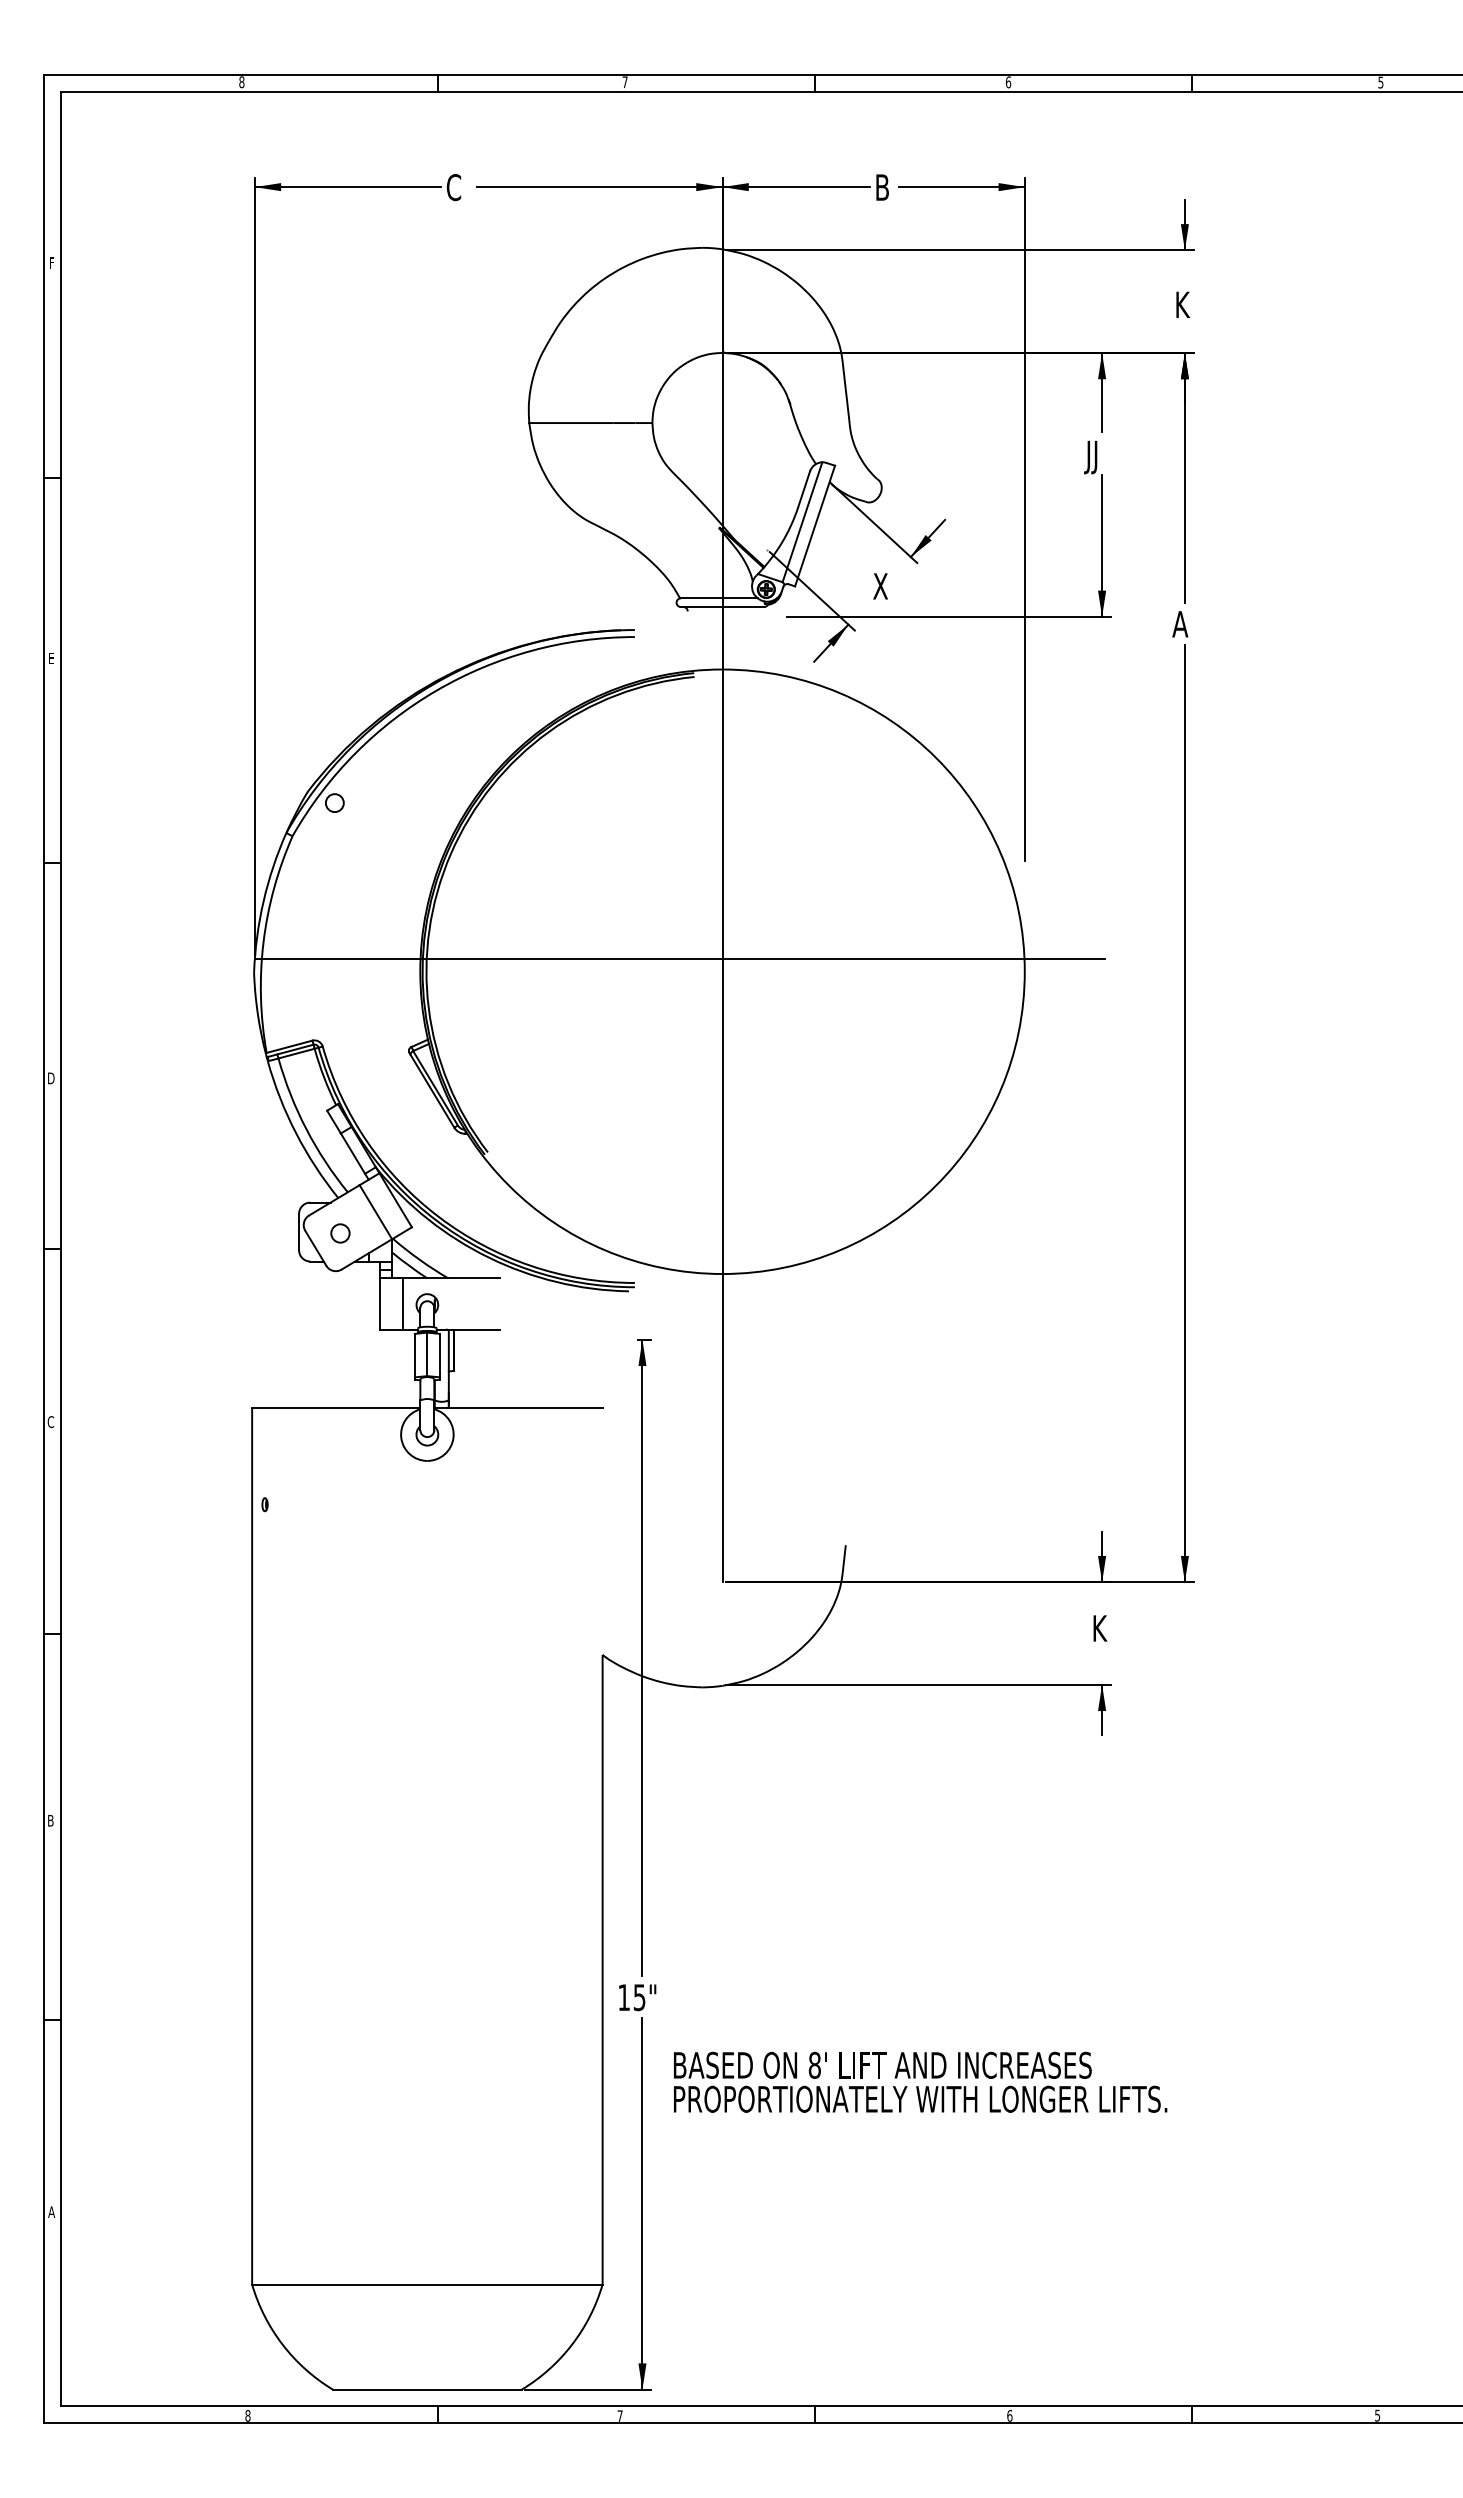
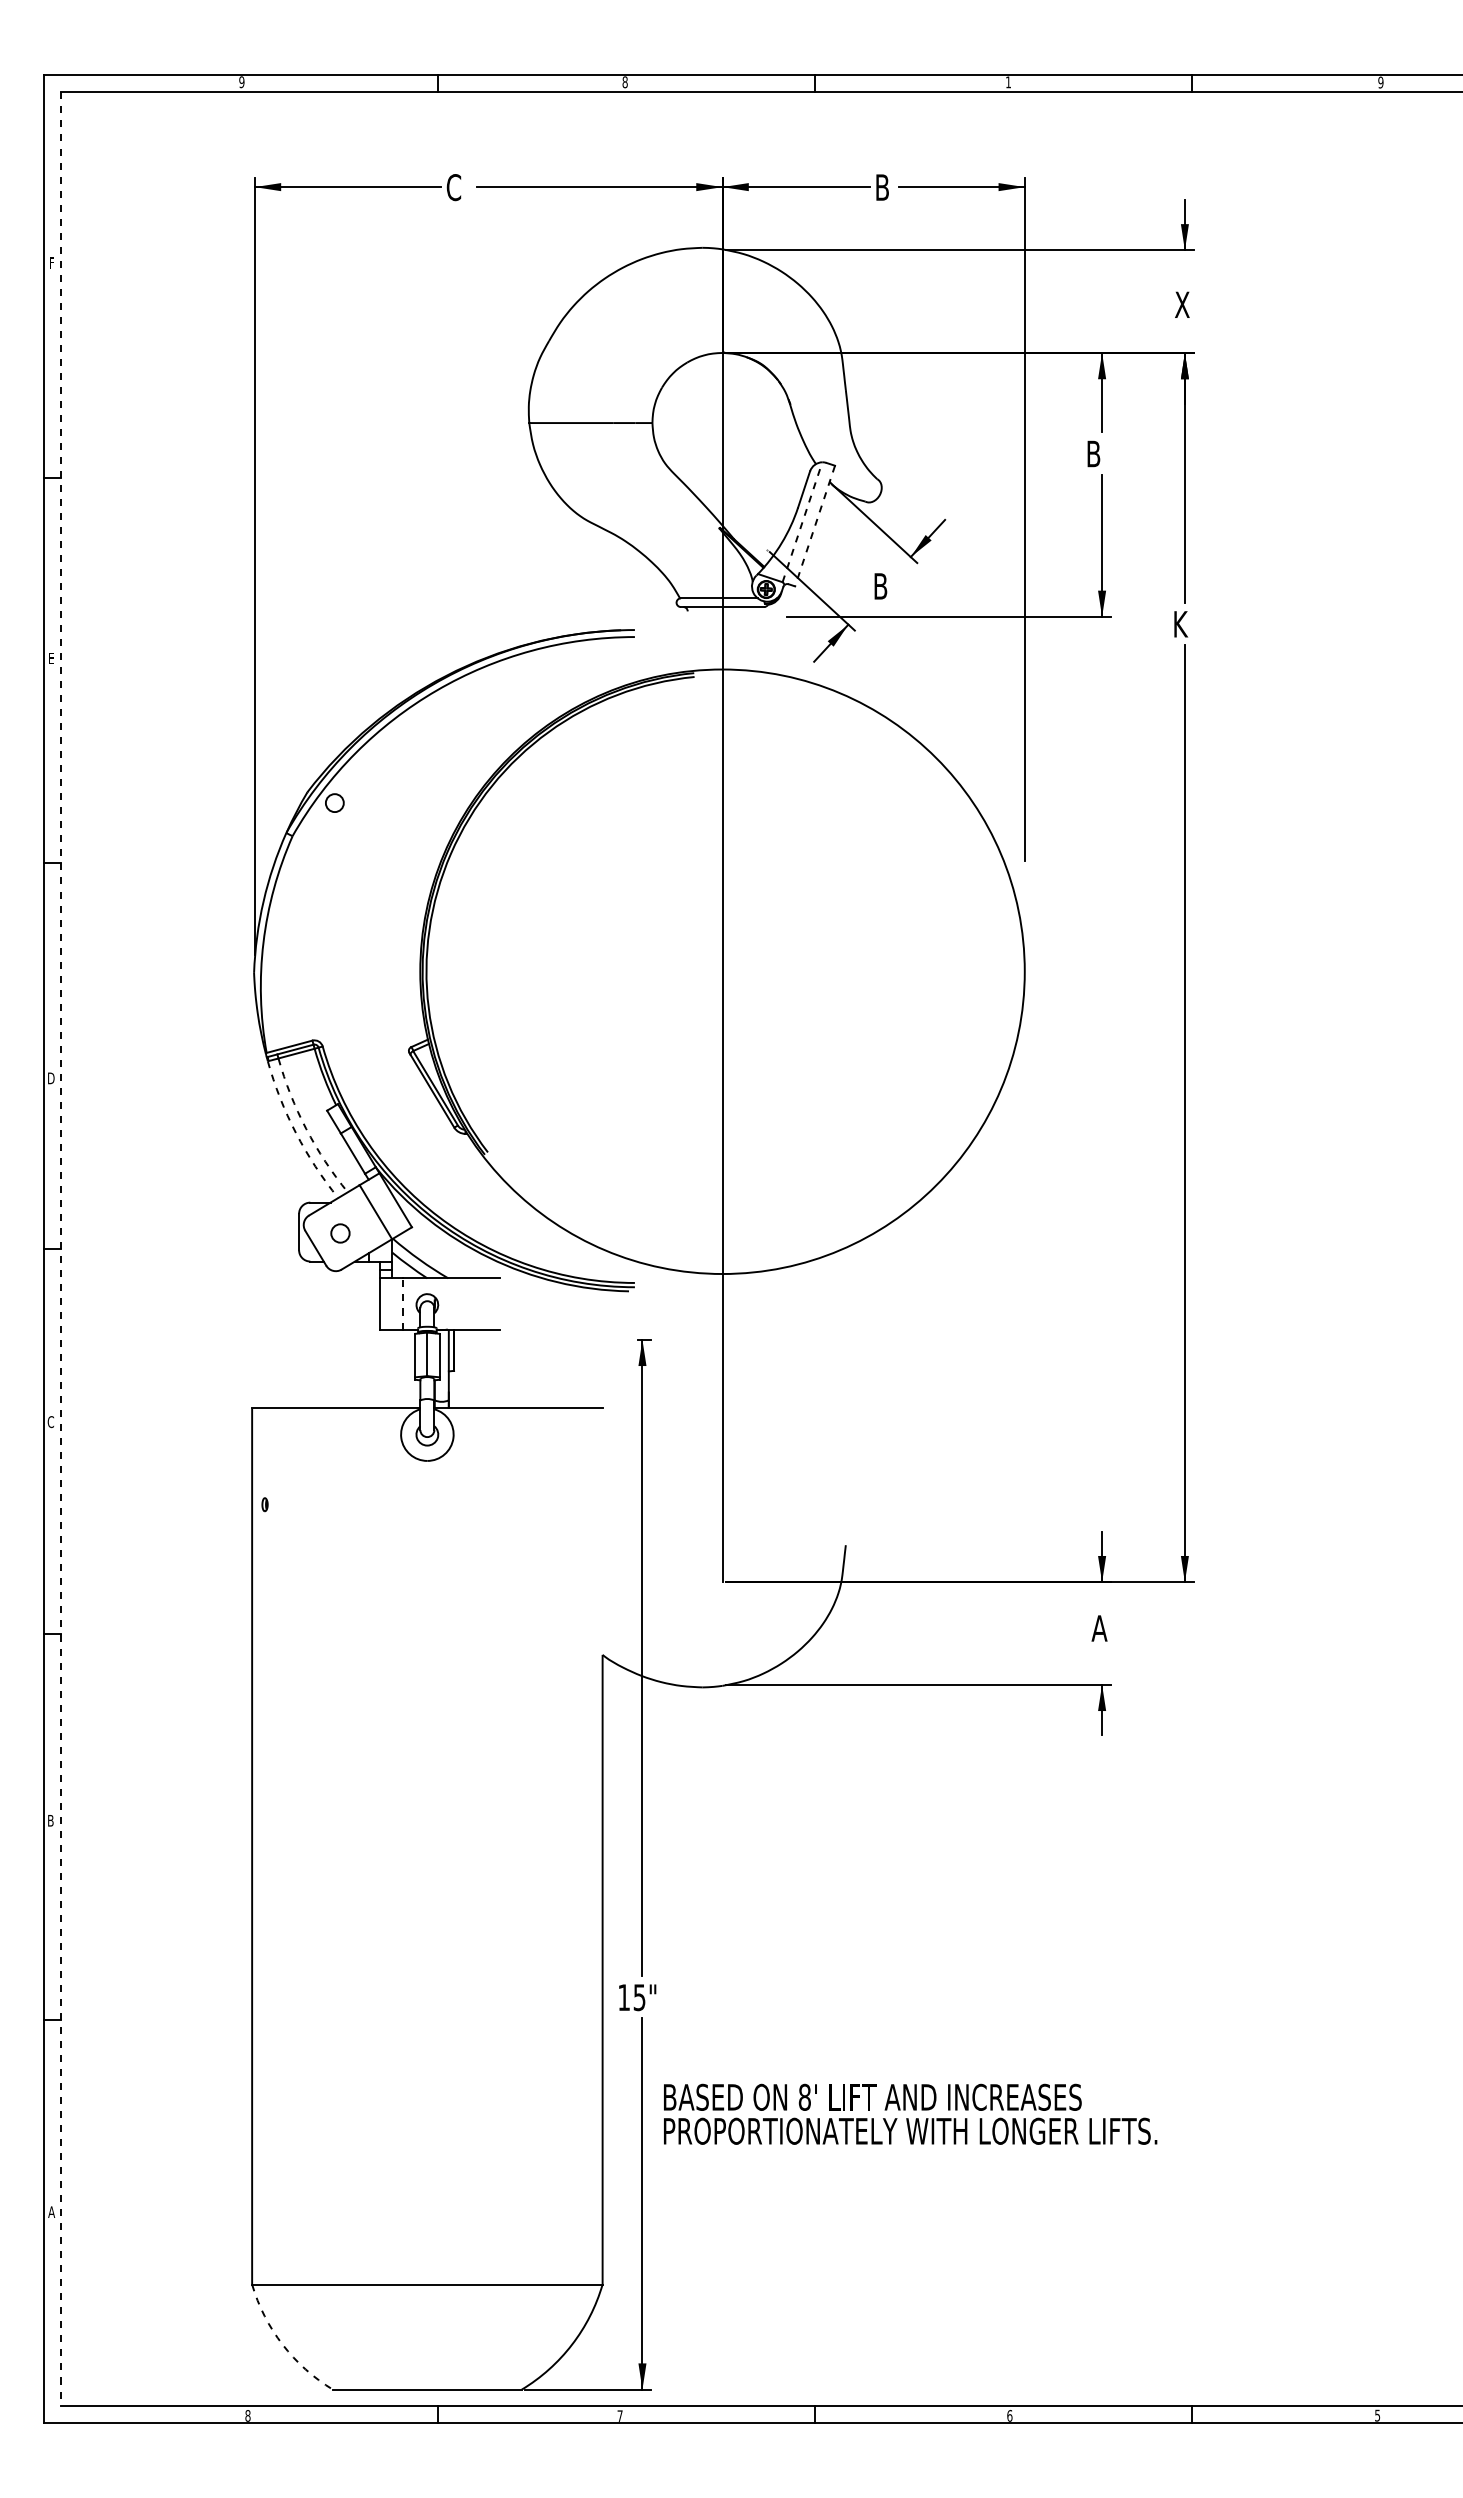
text at (241, 82): 8 -> 9
text at (624, 82): 7 -> 8
text at (1008, 82): 6 -> 1
text at (1380, 82): 5 -> 9
text at (1182, 304): K -> X
text at (1092, 457): JJ -> B
line at (802, 521): solid -> dashed
line at (815, 526): solid -> dashed
text at (880, 586): X -> B
text at (1180, 624): A -> K
line at (679, 958): present -> none
arc at (306, 1128): solid -> dashed
arc at (296, 1133): solid -> dashed
line at (61, 1248): solid -> dashed
line at (402, 1303): solid -> dashed
text at (1099, 1628): K -> A
text at (920, 2081) position: (920, 2081) -> (910, 2113)
arc at (282, 2344): solid -> dashed
